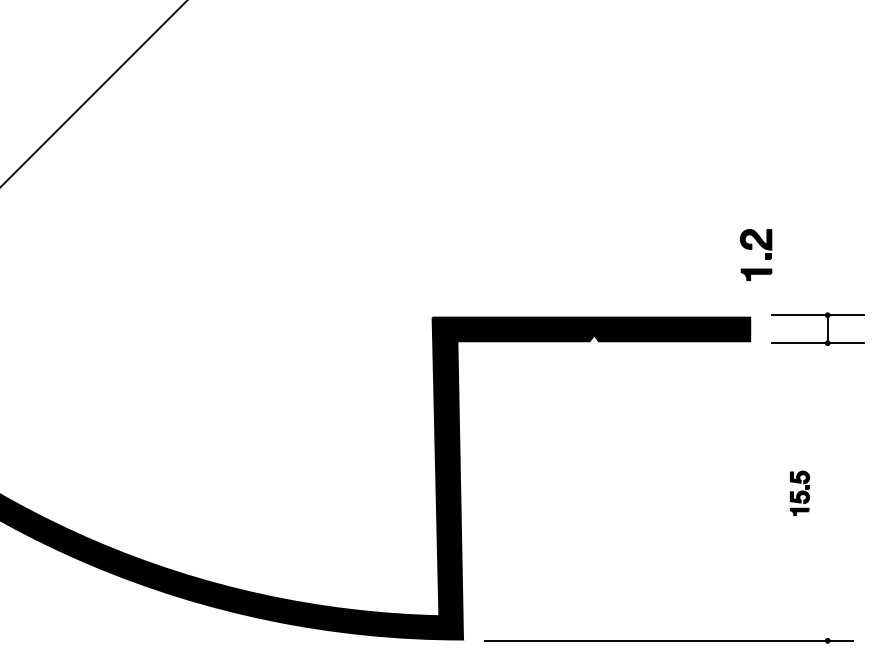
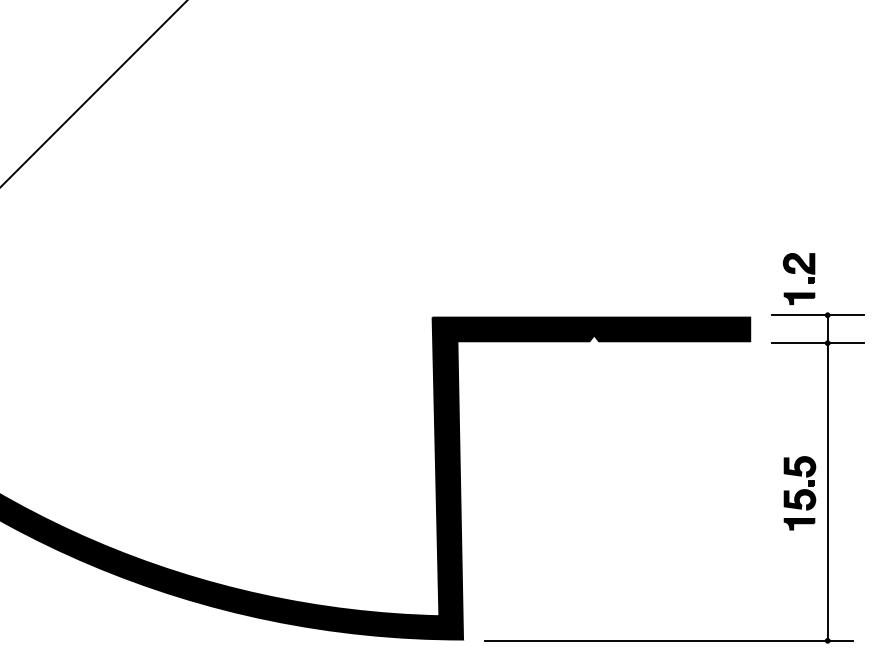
part at (755, 254) position: (755, 254) -> (798, 278)
part at (799, 492) size: 20x46 px -> 34x75 px
line at (827, 493): none -> present
